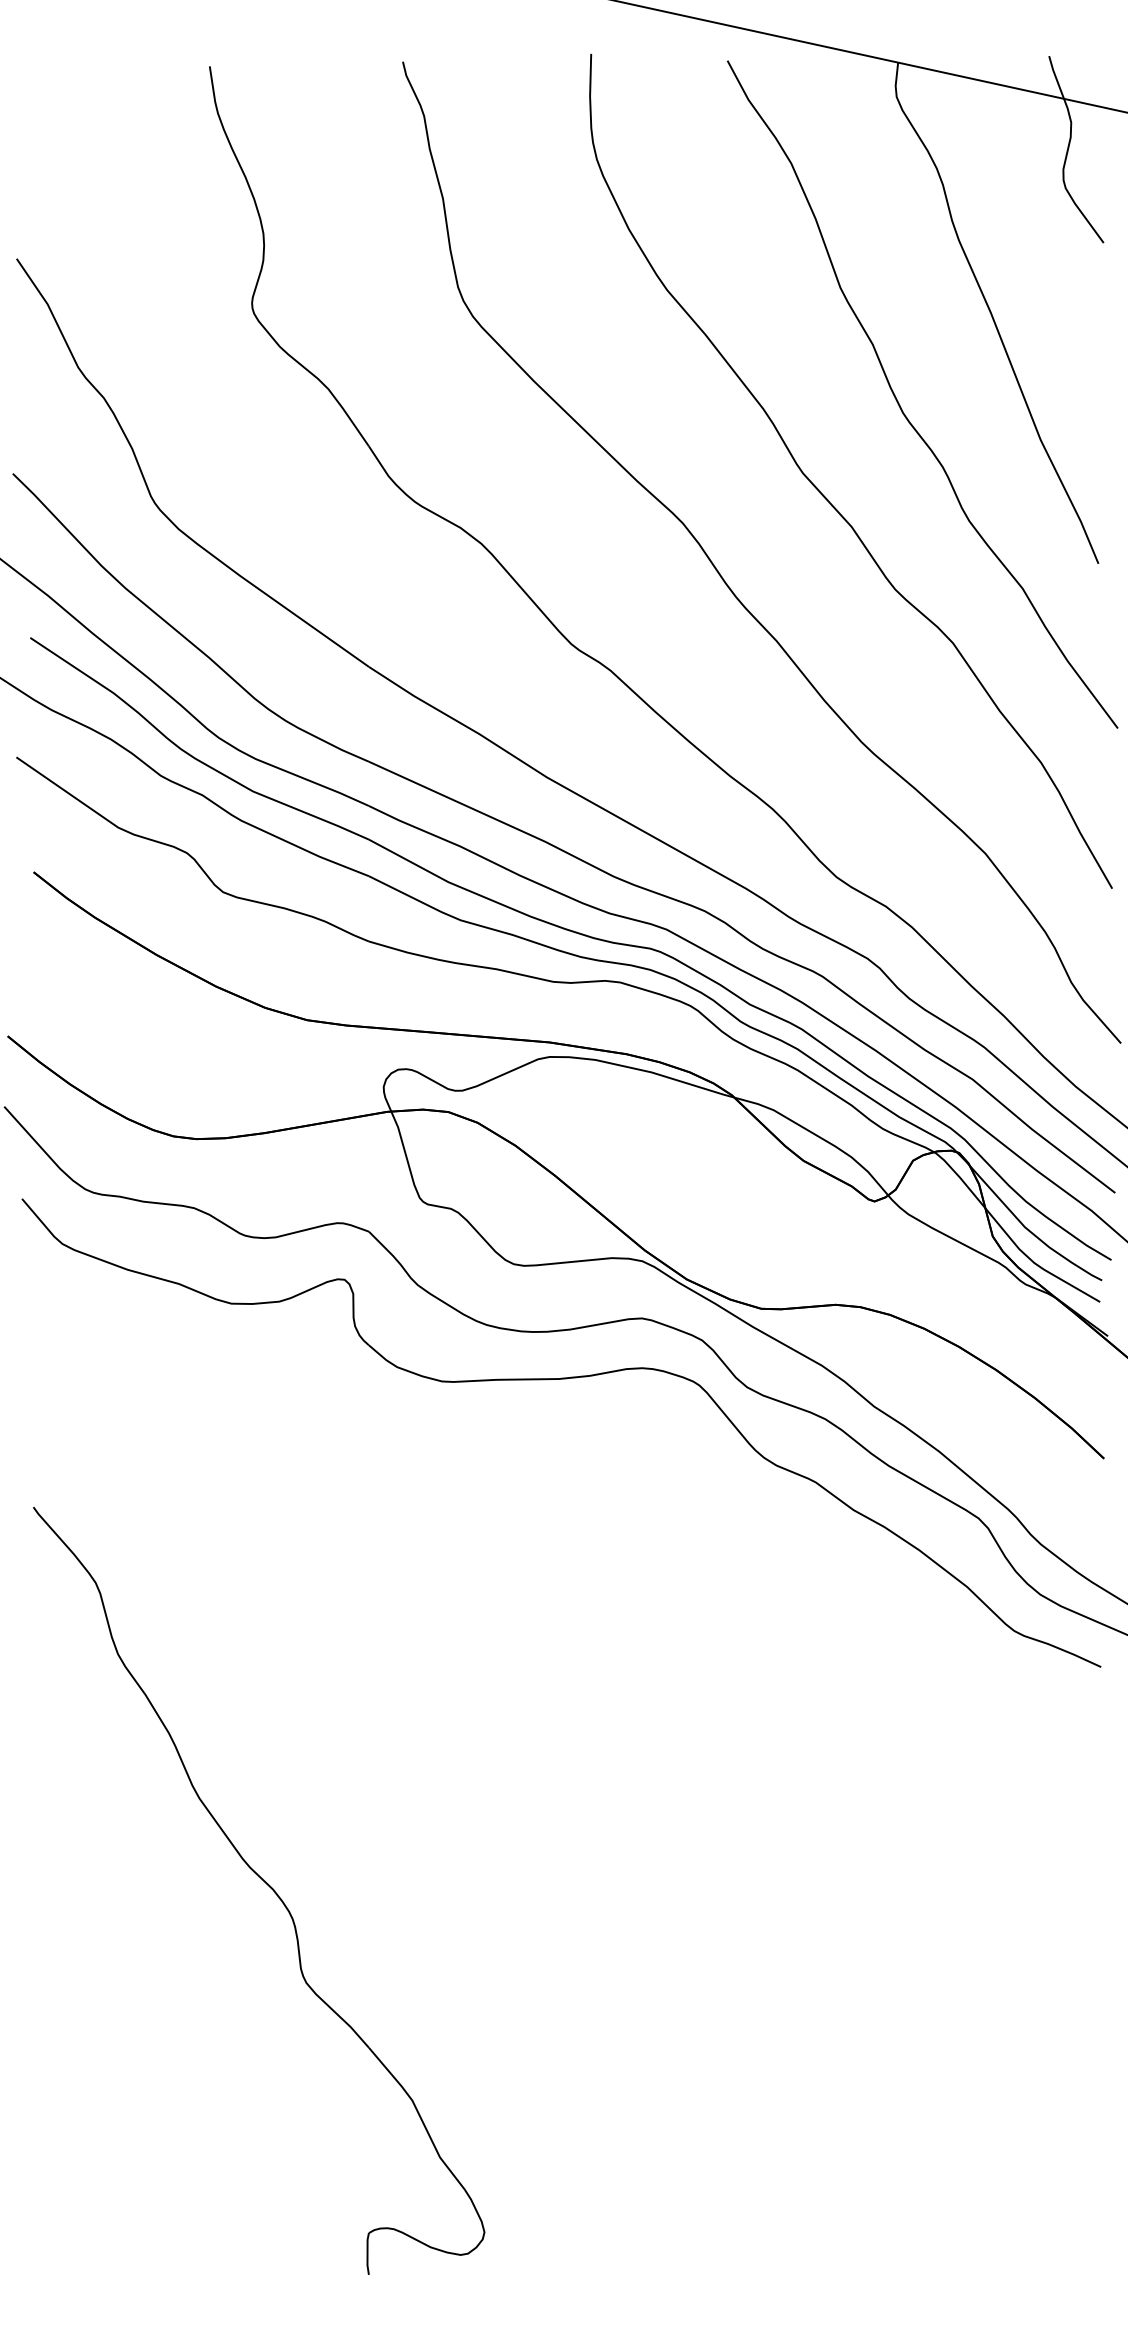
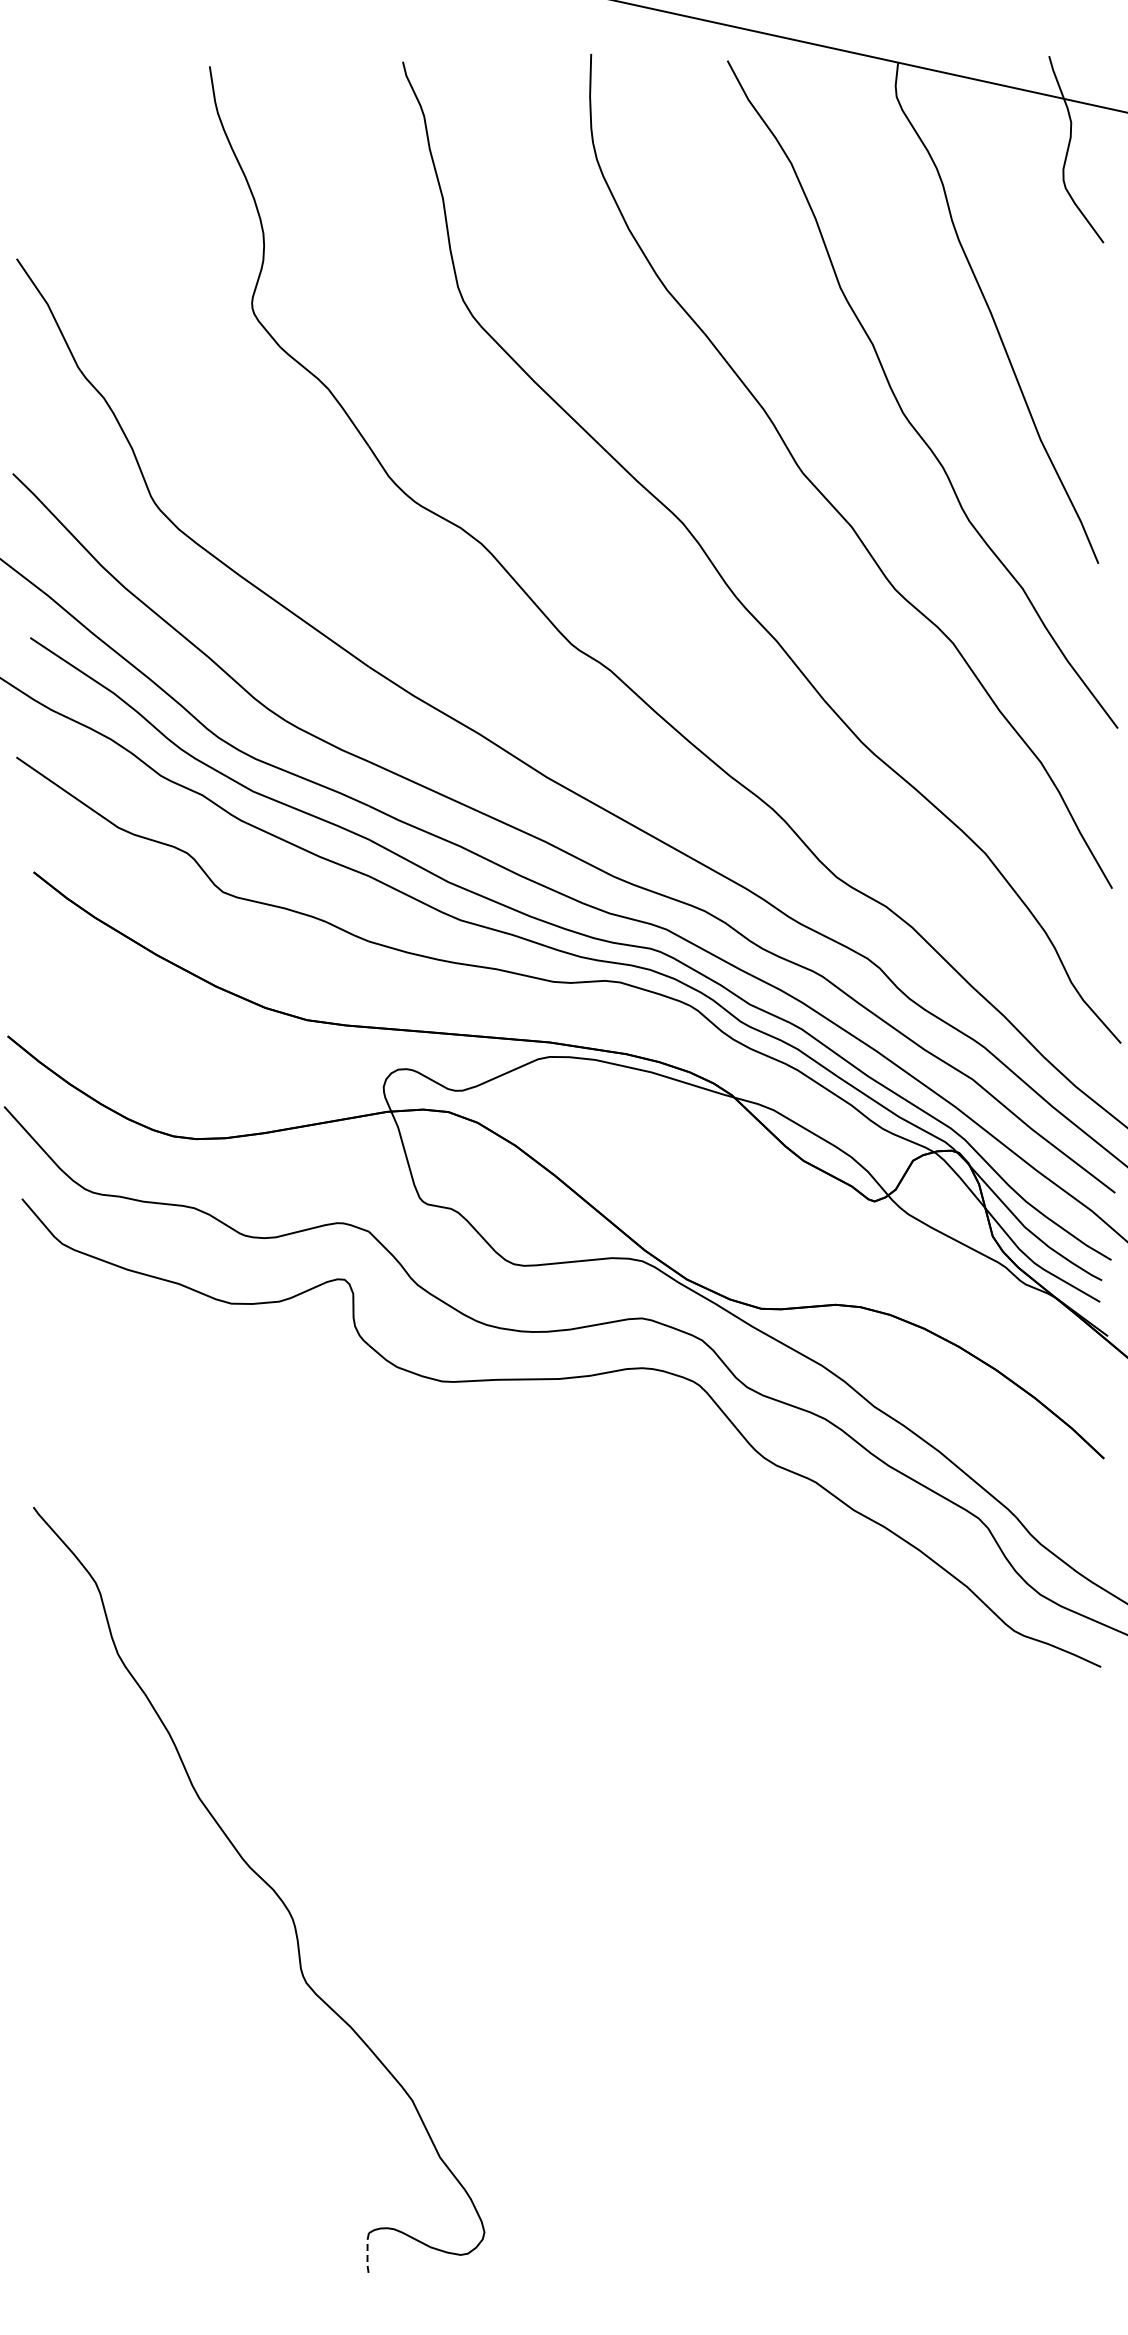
line at (367, 2254): solid -> dashed
